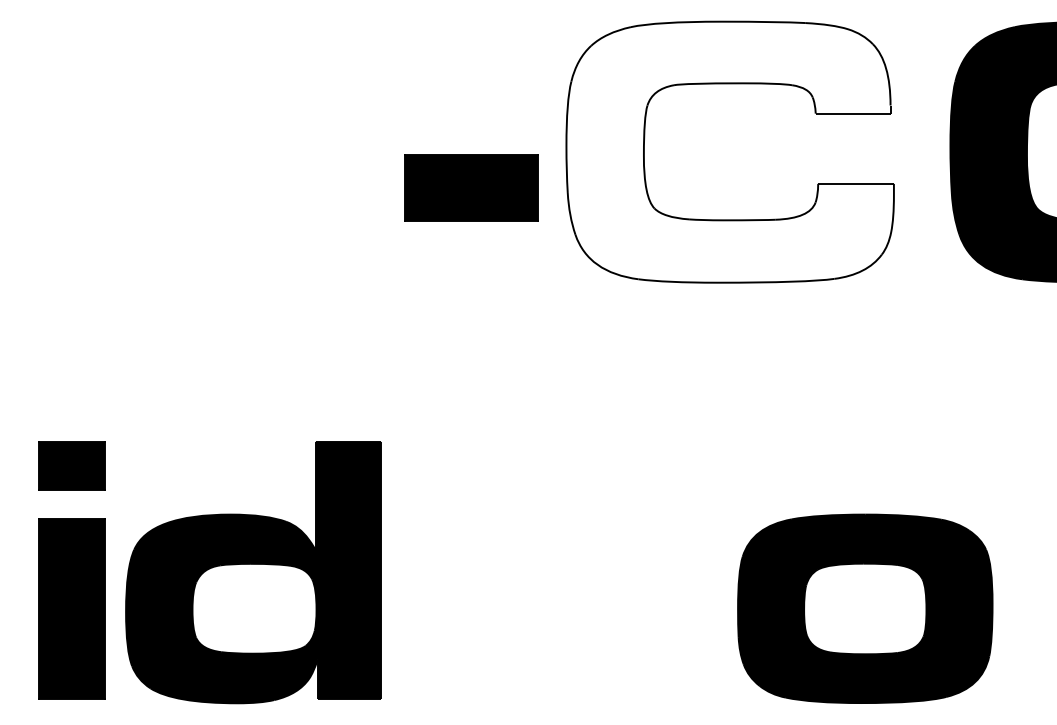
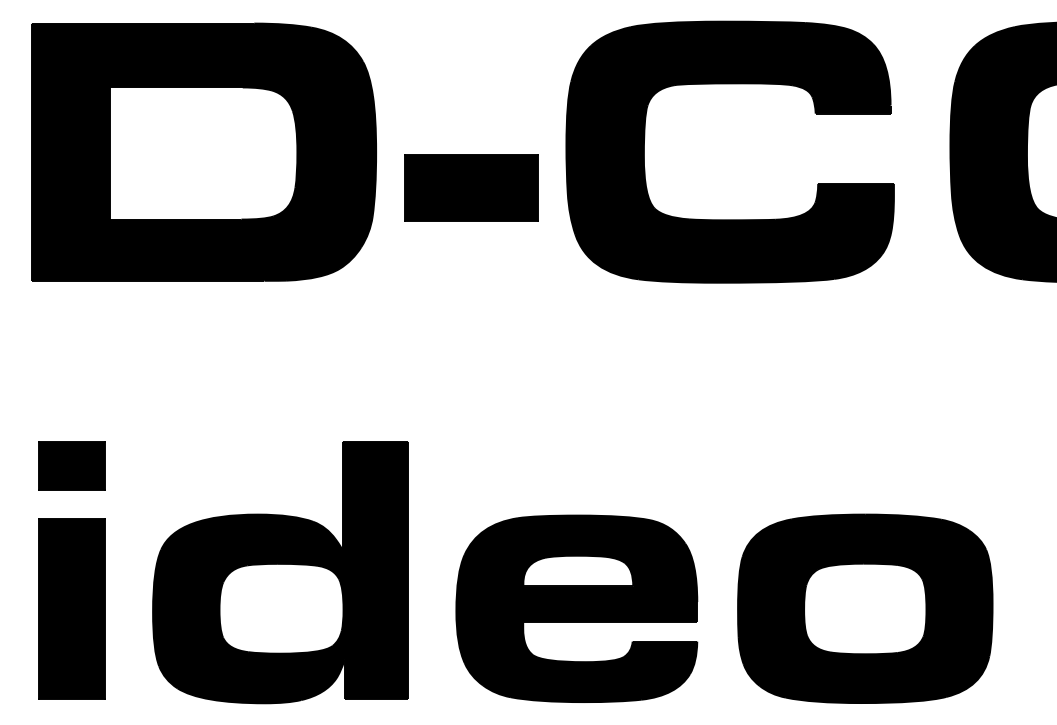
part at (203, 151): none -> present
fill at (729, 151): none -> present
part at (253, 572) position: (253, 572) -> (280, 572)
part at (576, 608): none -> present
